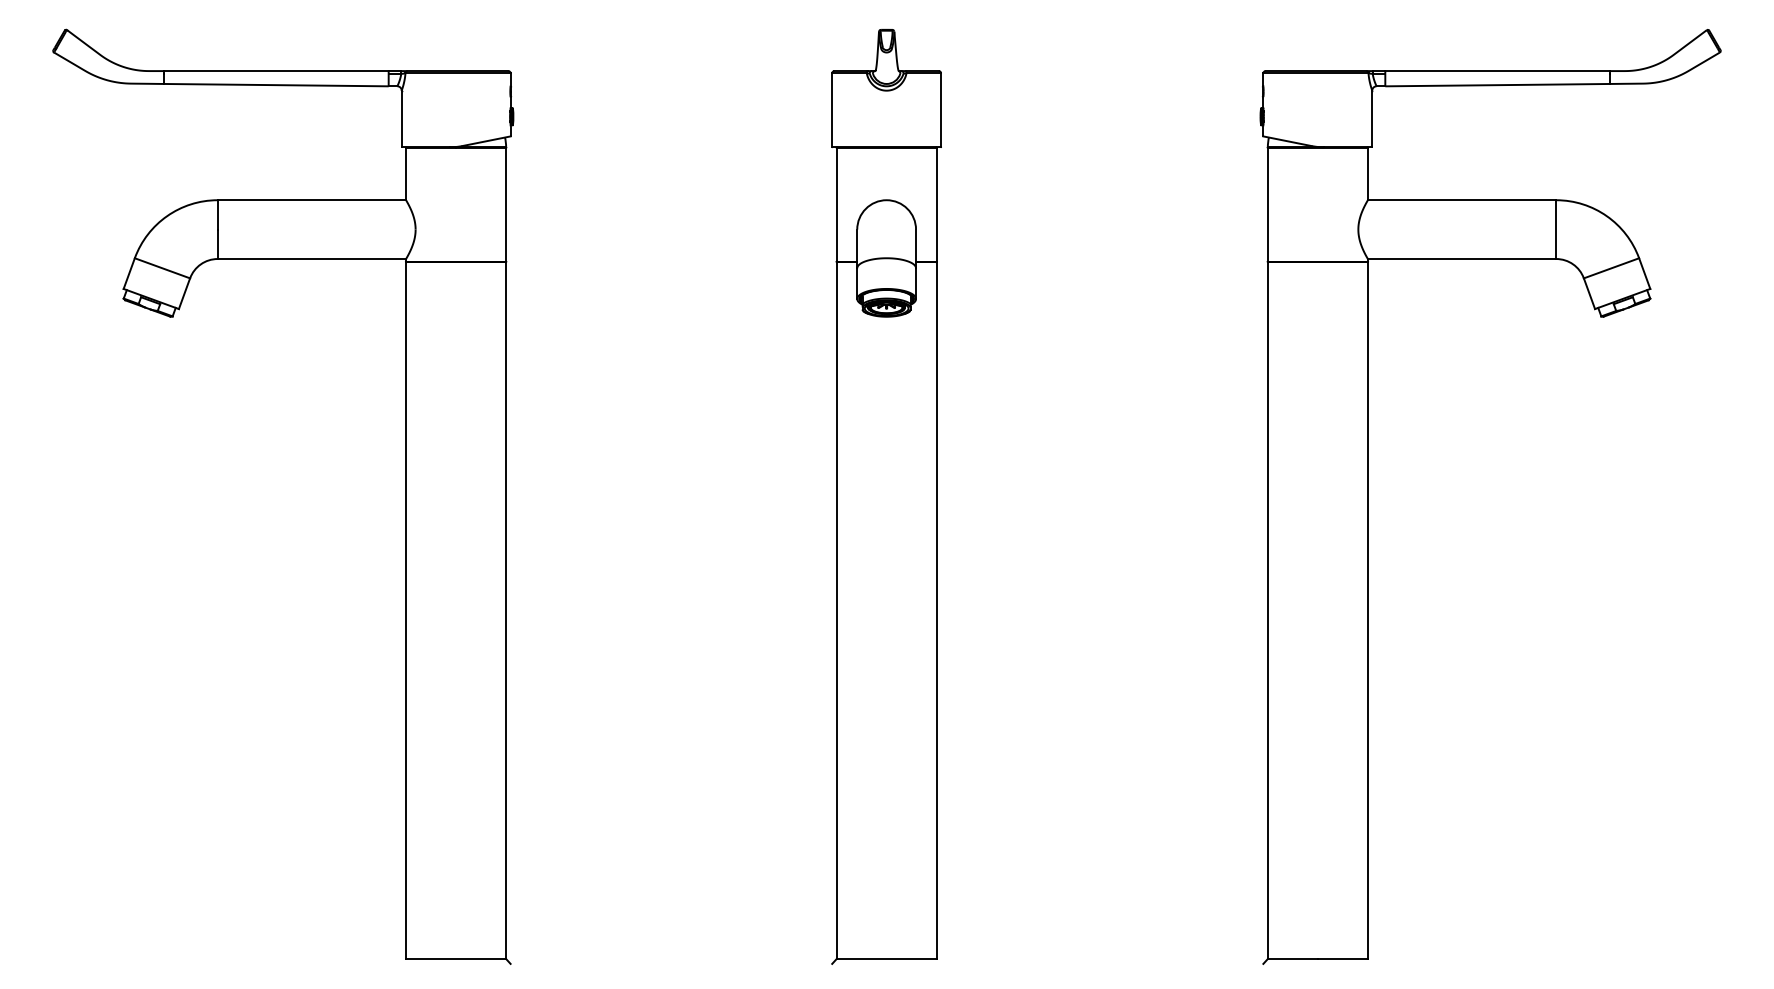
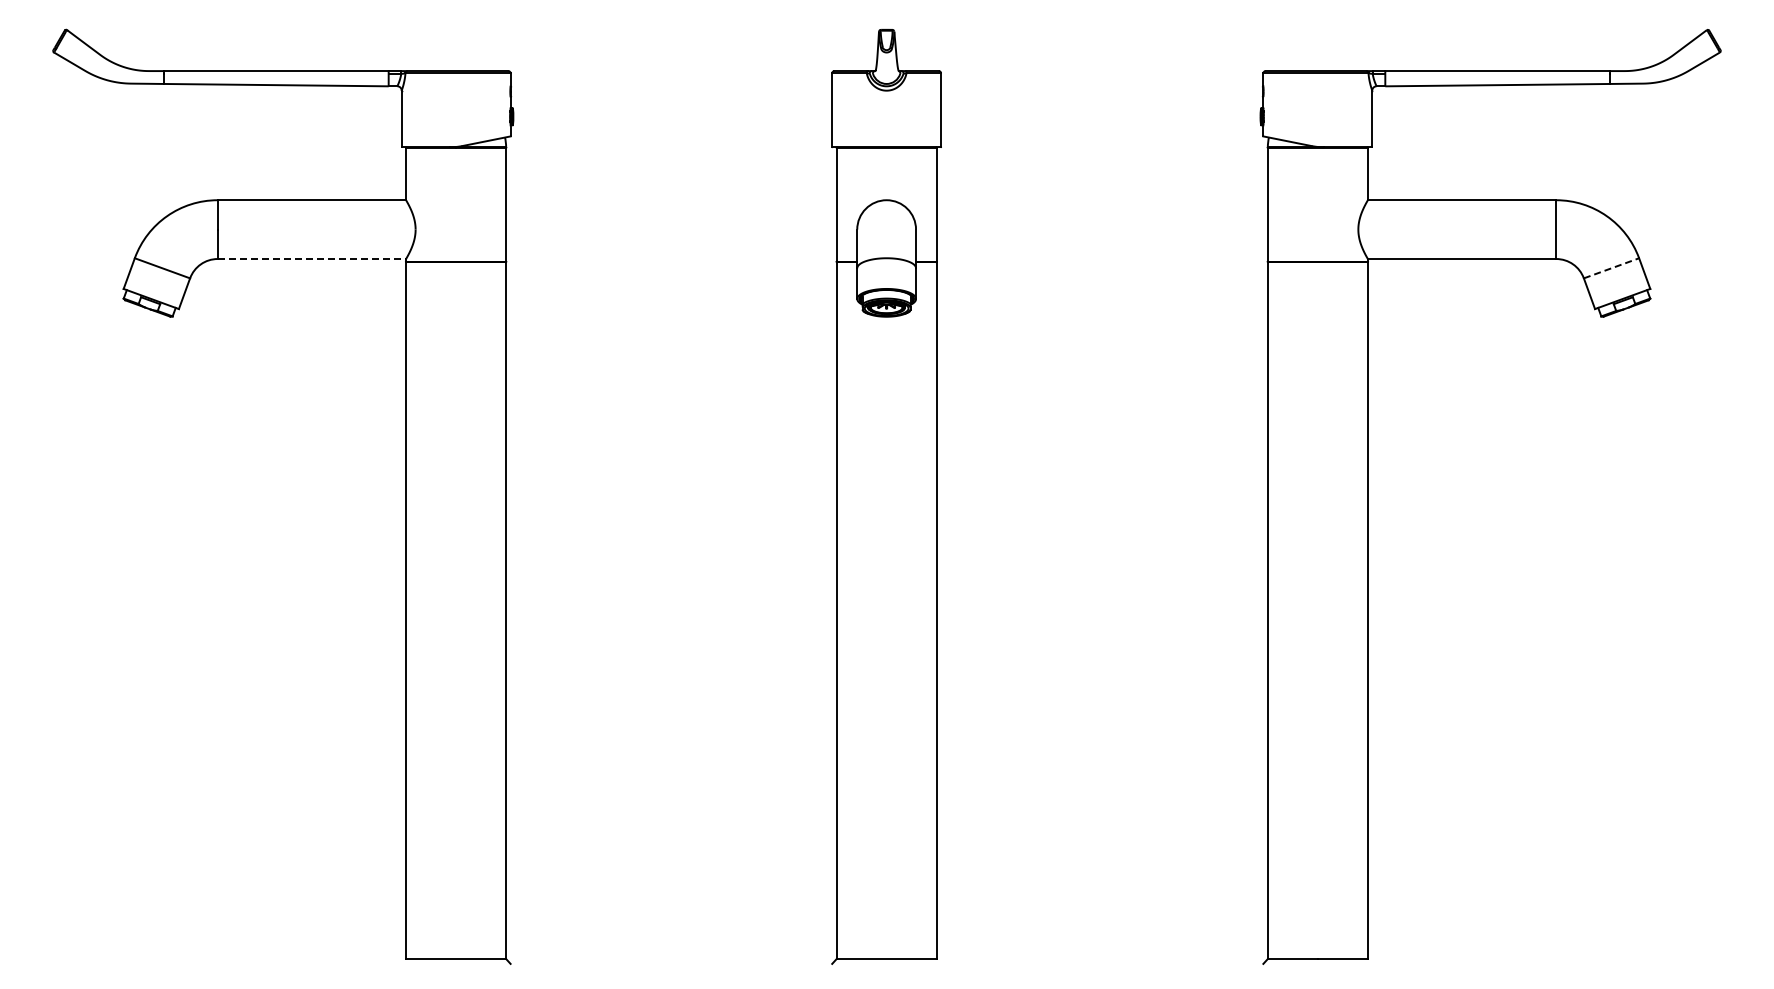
line at (312, 259): solid -> dashed
line at (1611, 268): solid -> dashed
